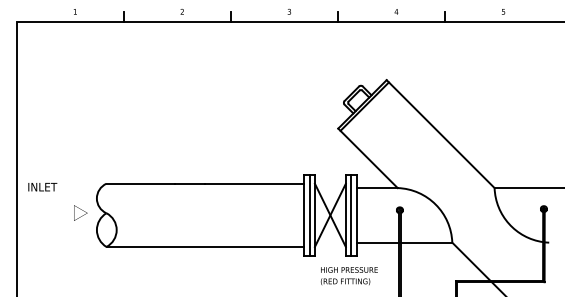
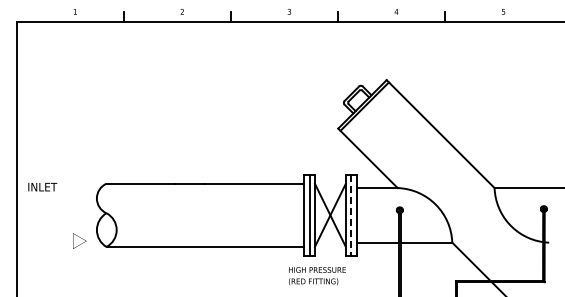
part at (80, 212) position: (80, 212) -> (79, 240)
line at (351, 215): solid -> dashed
text at (349, 276) position: (349, 276) -> (317, 276)
